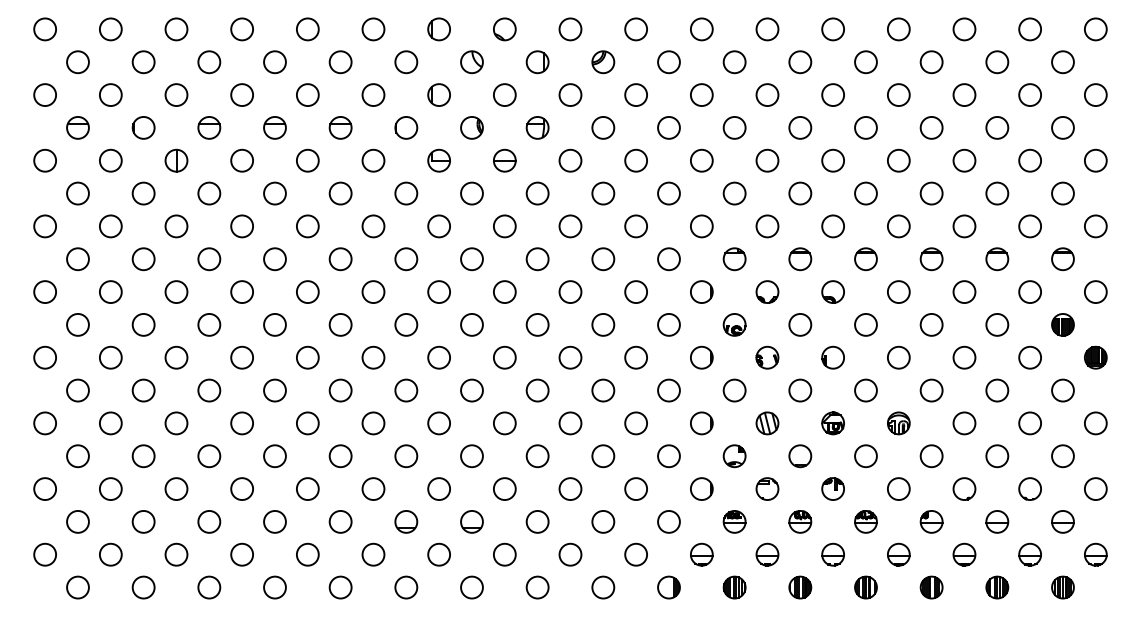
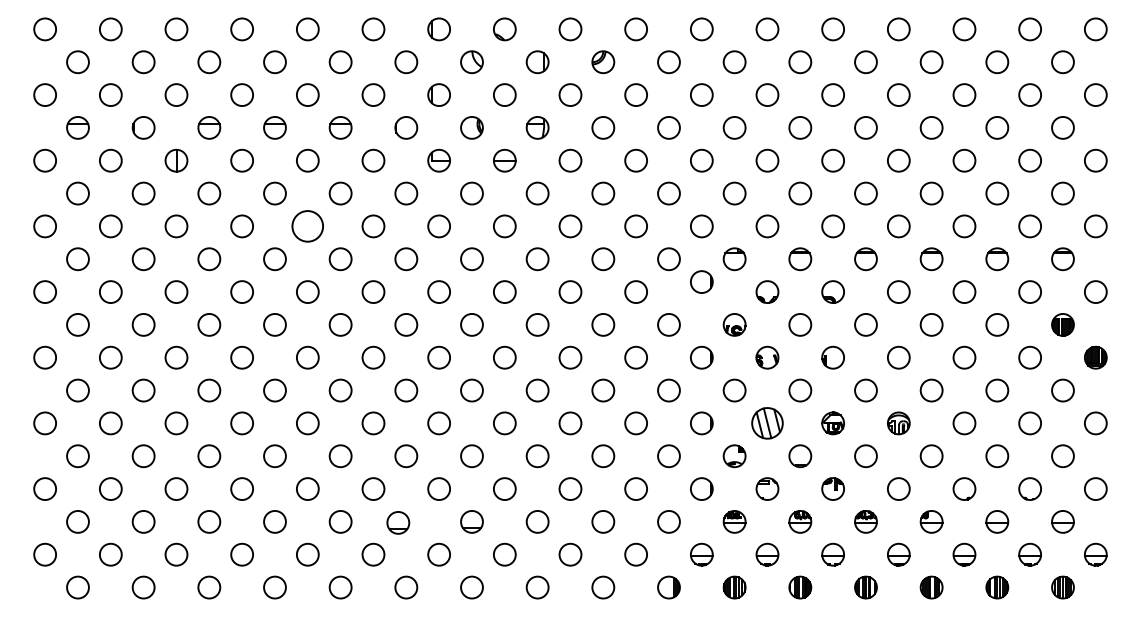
circle at (307, 226) size: 24x25 px -> 33x33 px
circle at (701, 291) position: (701, 291) -> (701, 281)
part at (767, 423) size: 25x25 px -> 33x33 px
part at (406, 521) position: (406, 521) -> (398, 522)
